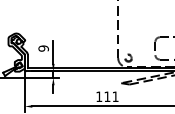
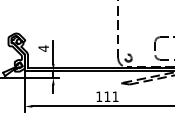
text at (43, 48): 9 -> 4
